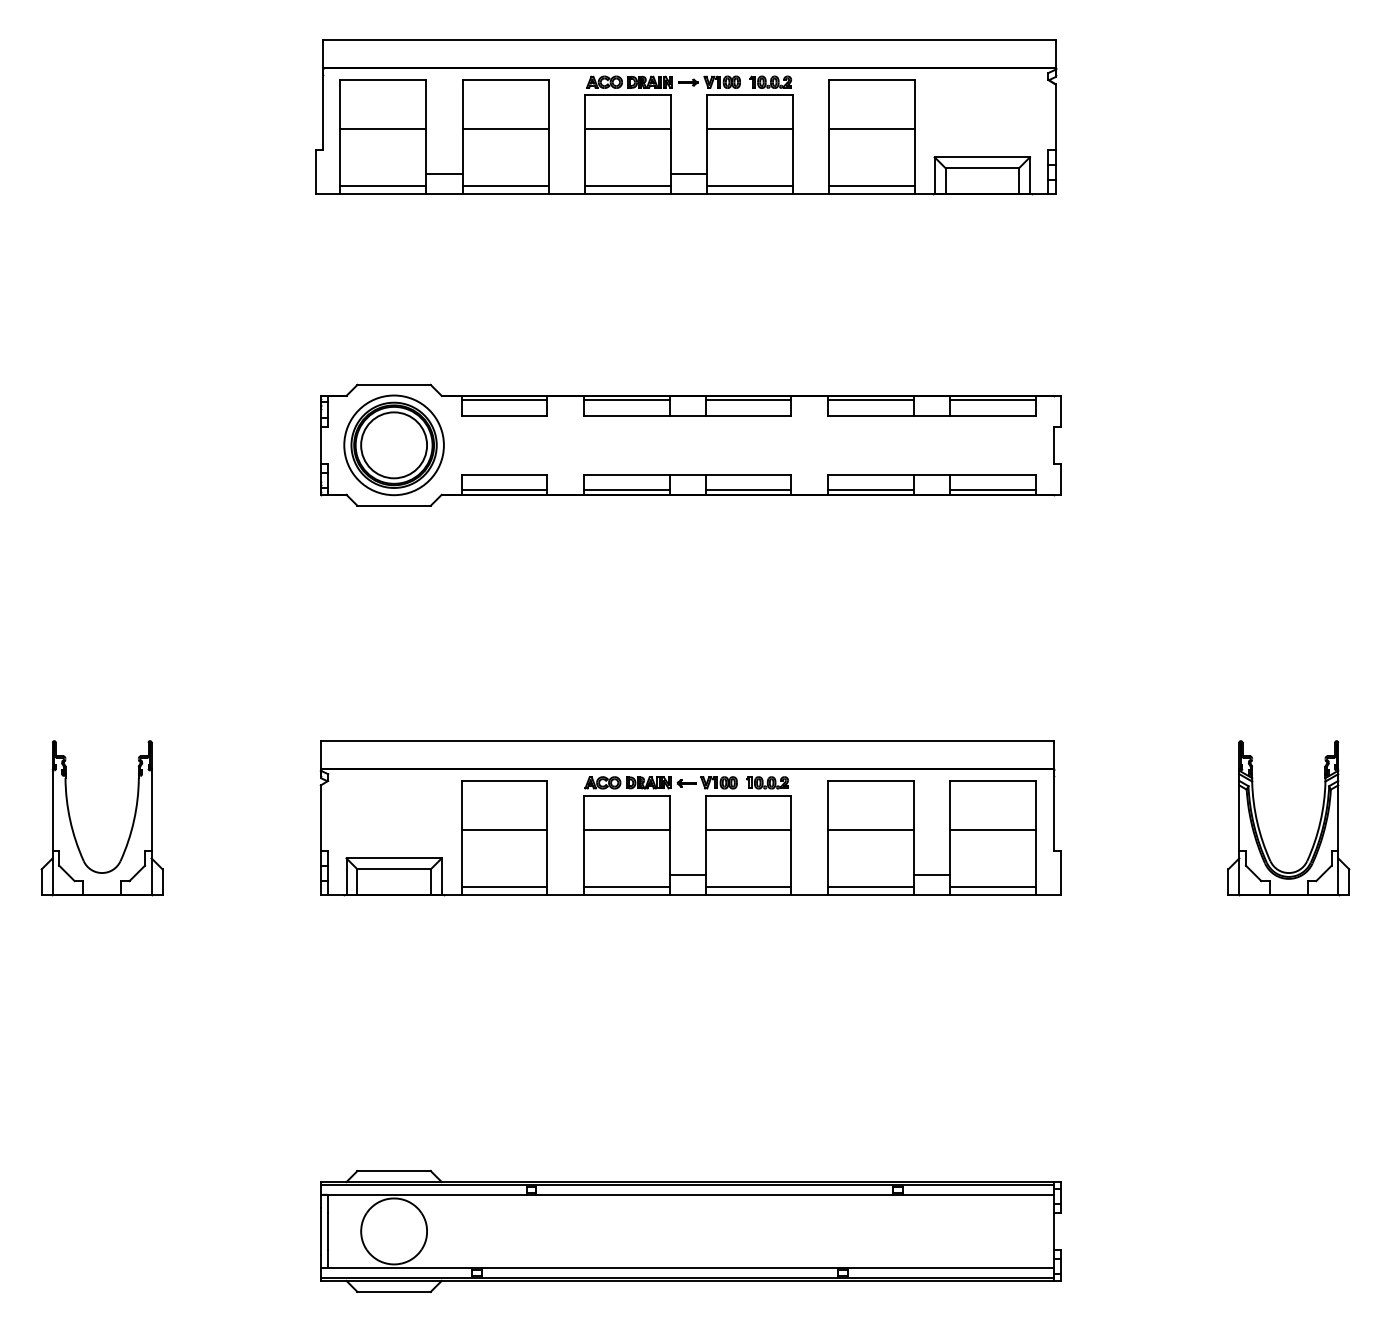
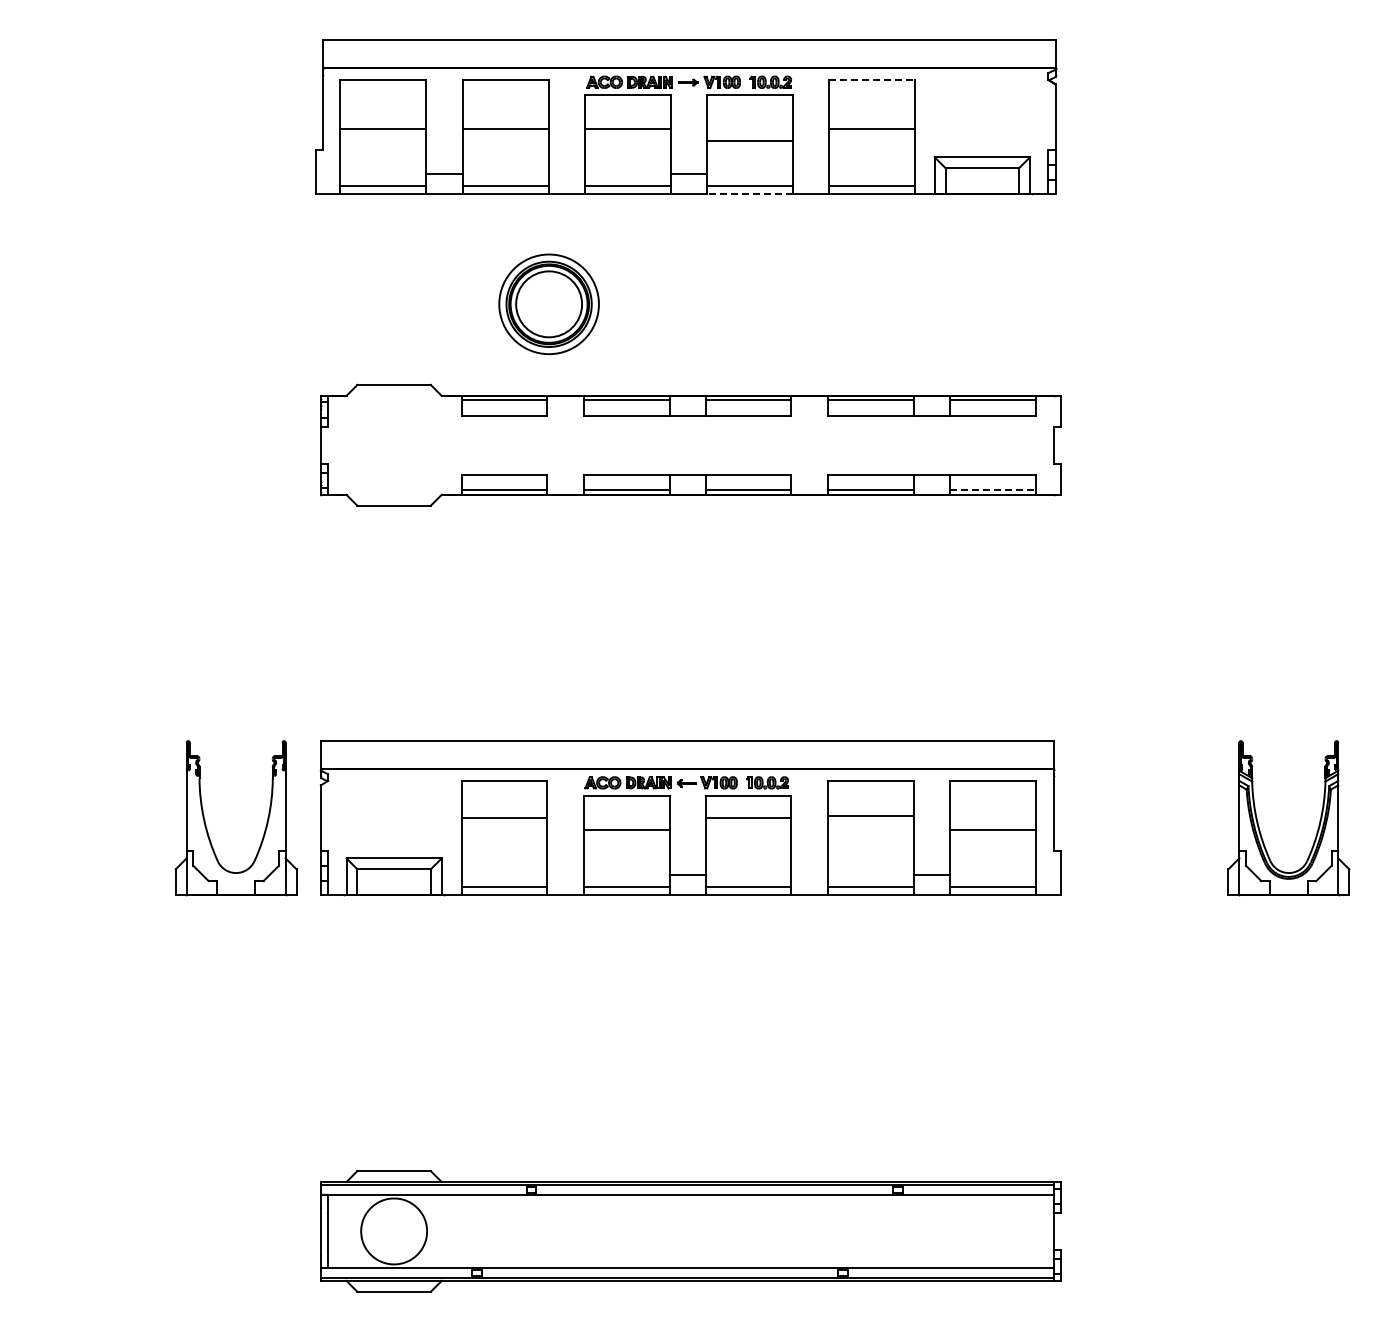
line at (872, 79): solid -> dashed
line at (749, 129) position: (749, 129) -> (749, 141)
line at (749, 193): solid -> dashed
part at (393, 445) position: (393, 445) -> (548, 304)
line at (993, 490): solid -> dashed
part at (72, 824) position: (72, 824) -> (206, 824)
line at (504, 830) position: (504, 830) -> (504, 818)
line at (748, 830) position: (748, 830) -> (748, 818)
line at (870, 830) position: (870, 830) -> (870, 816)
